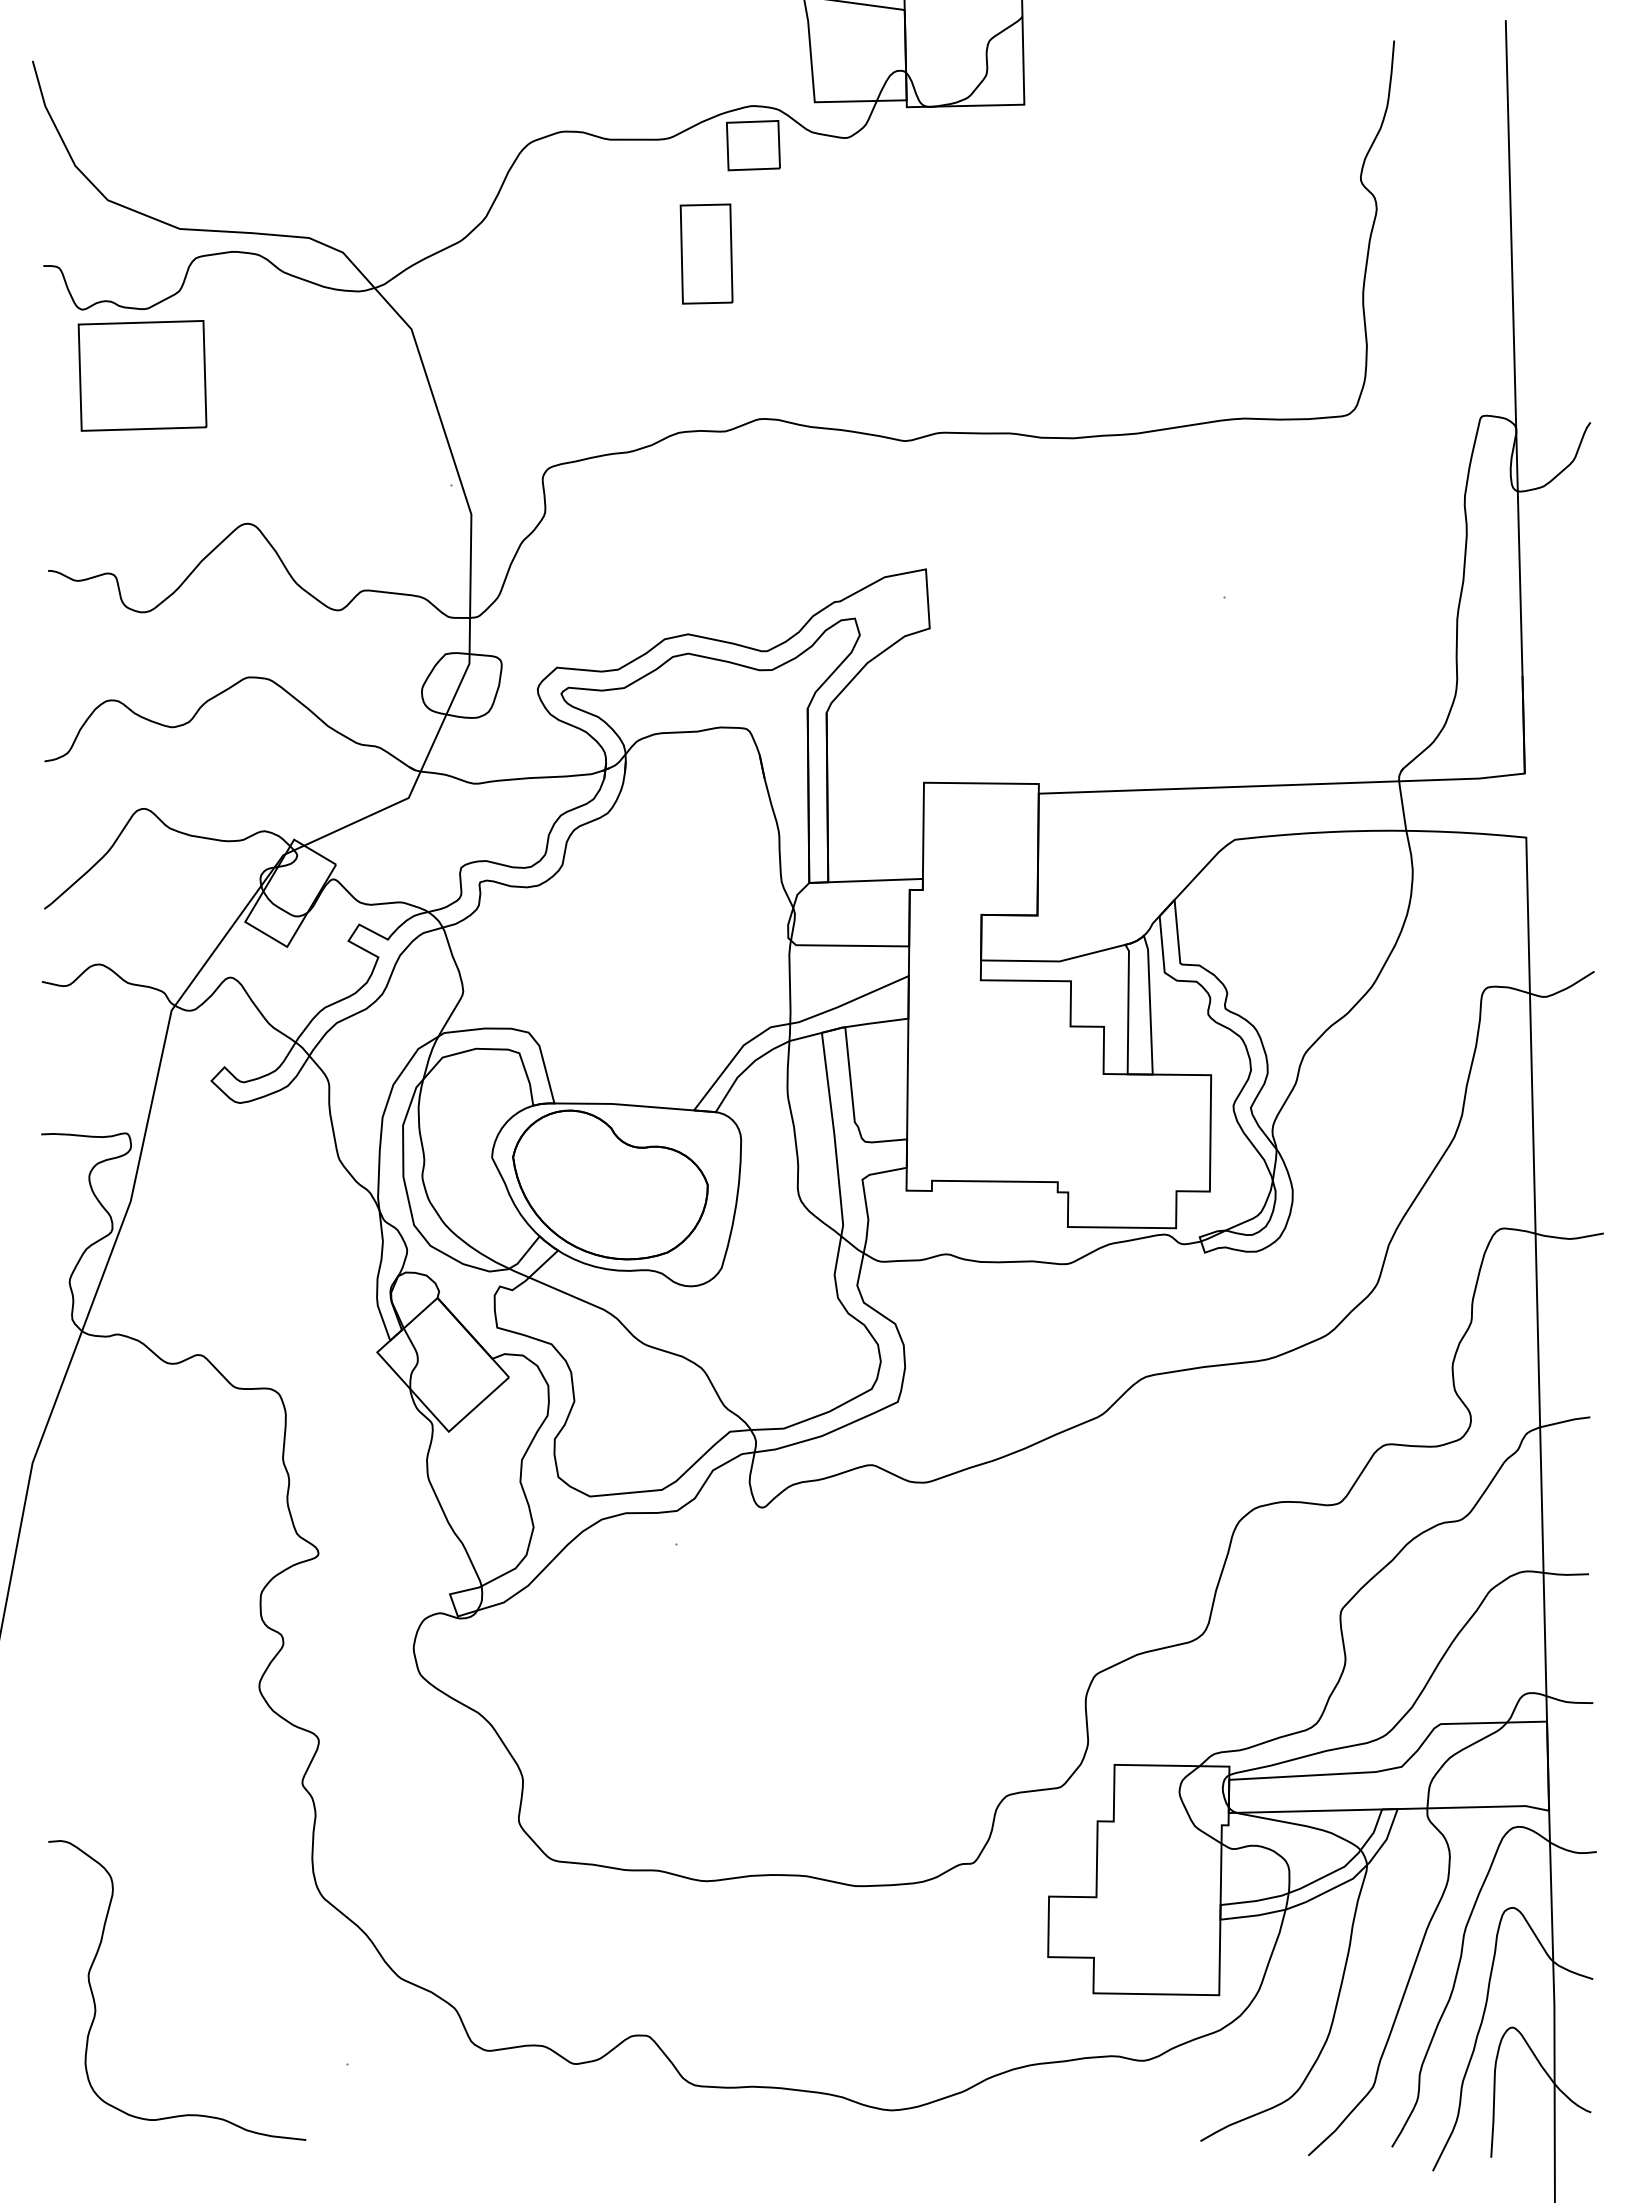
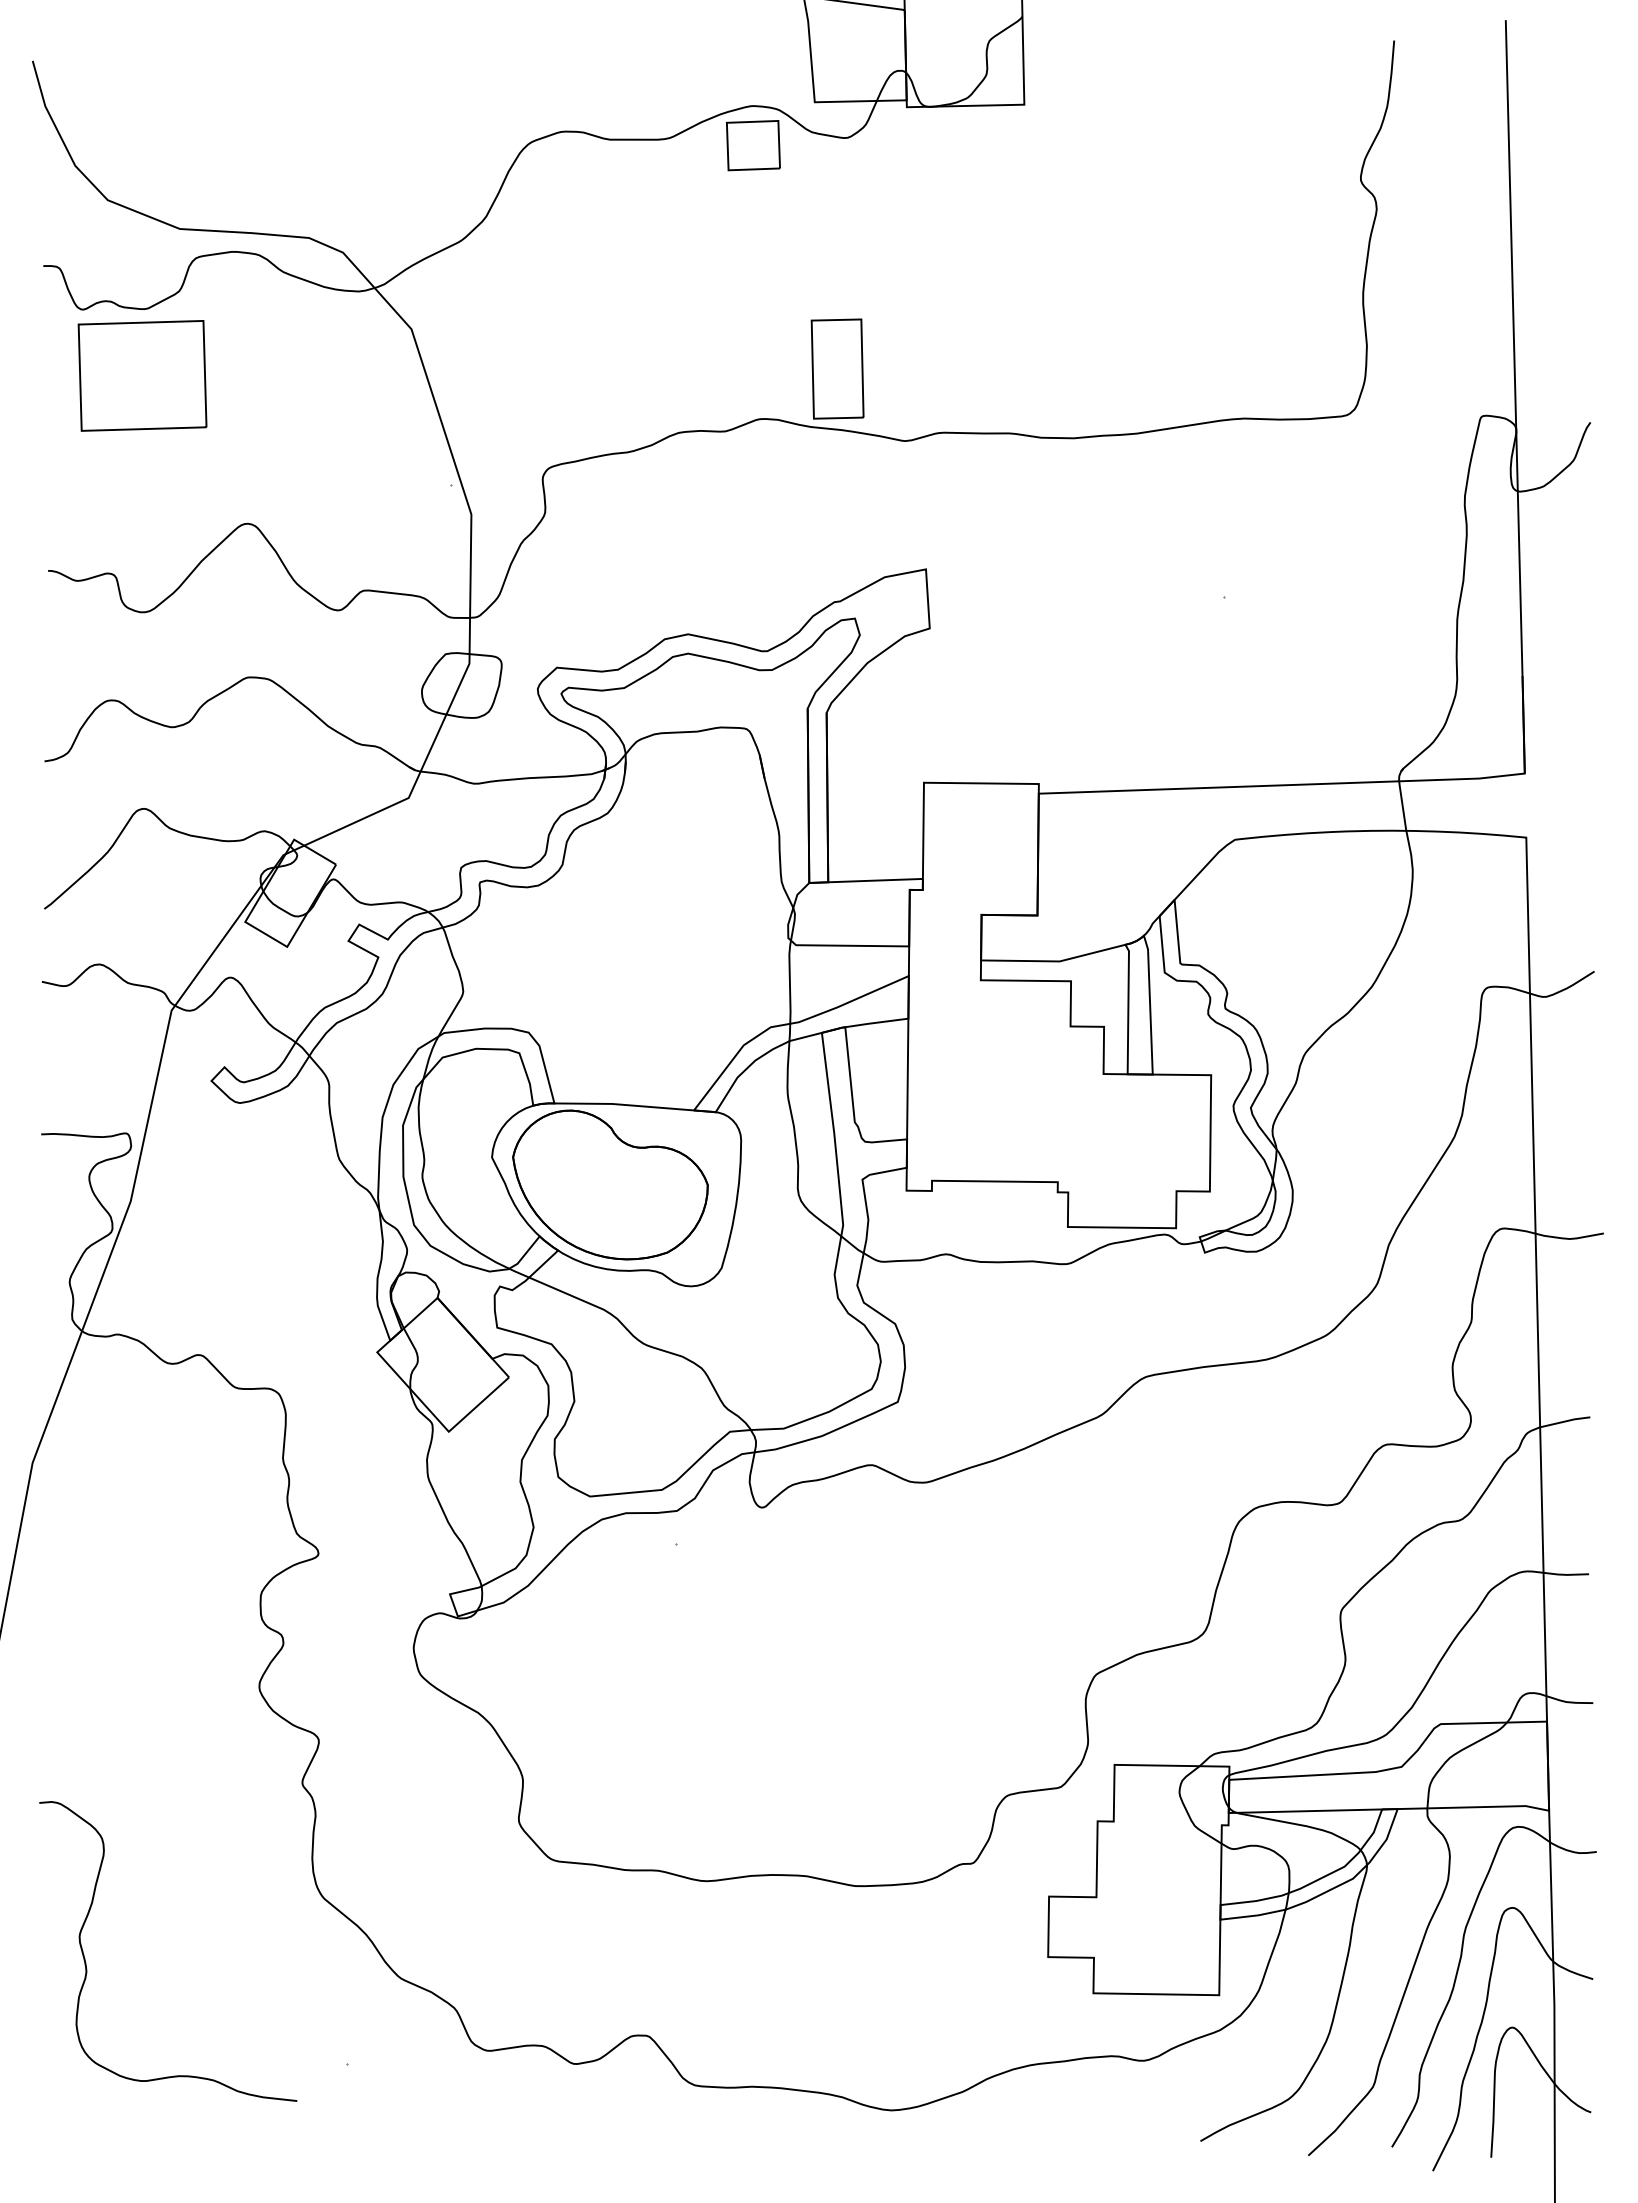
part at (706, 253) position: (706, 253) -> (837, 368)
curve at (95, 2001) position: (95, 2001) -> (86, 1962)
